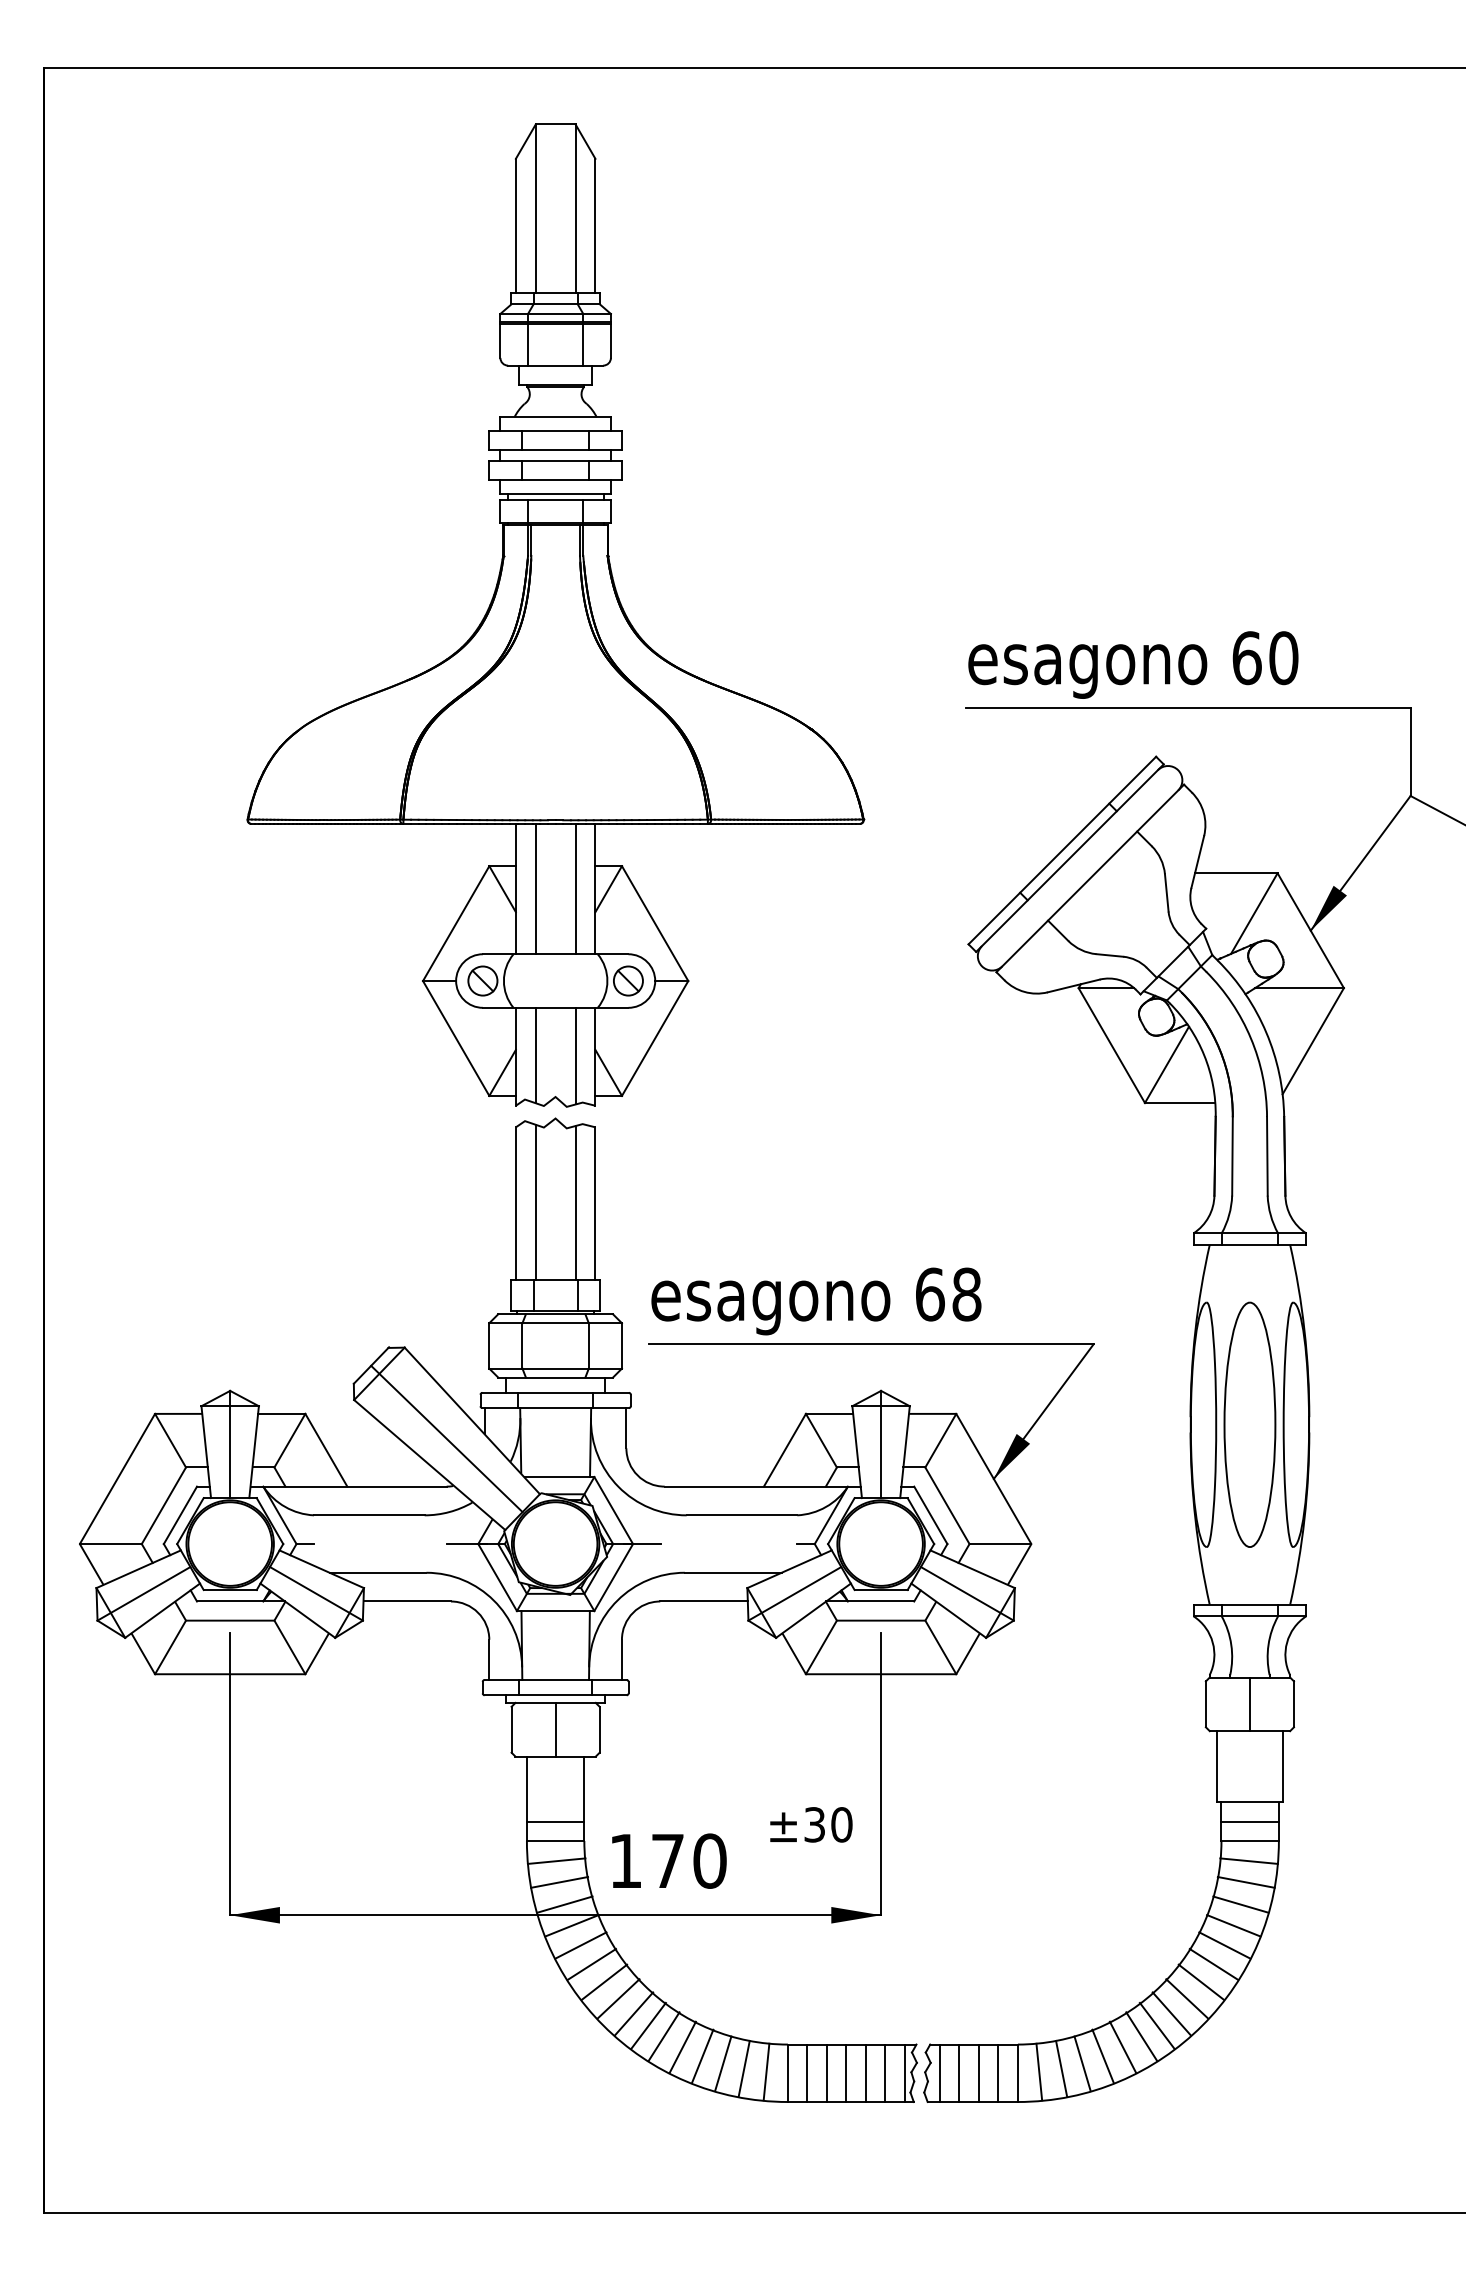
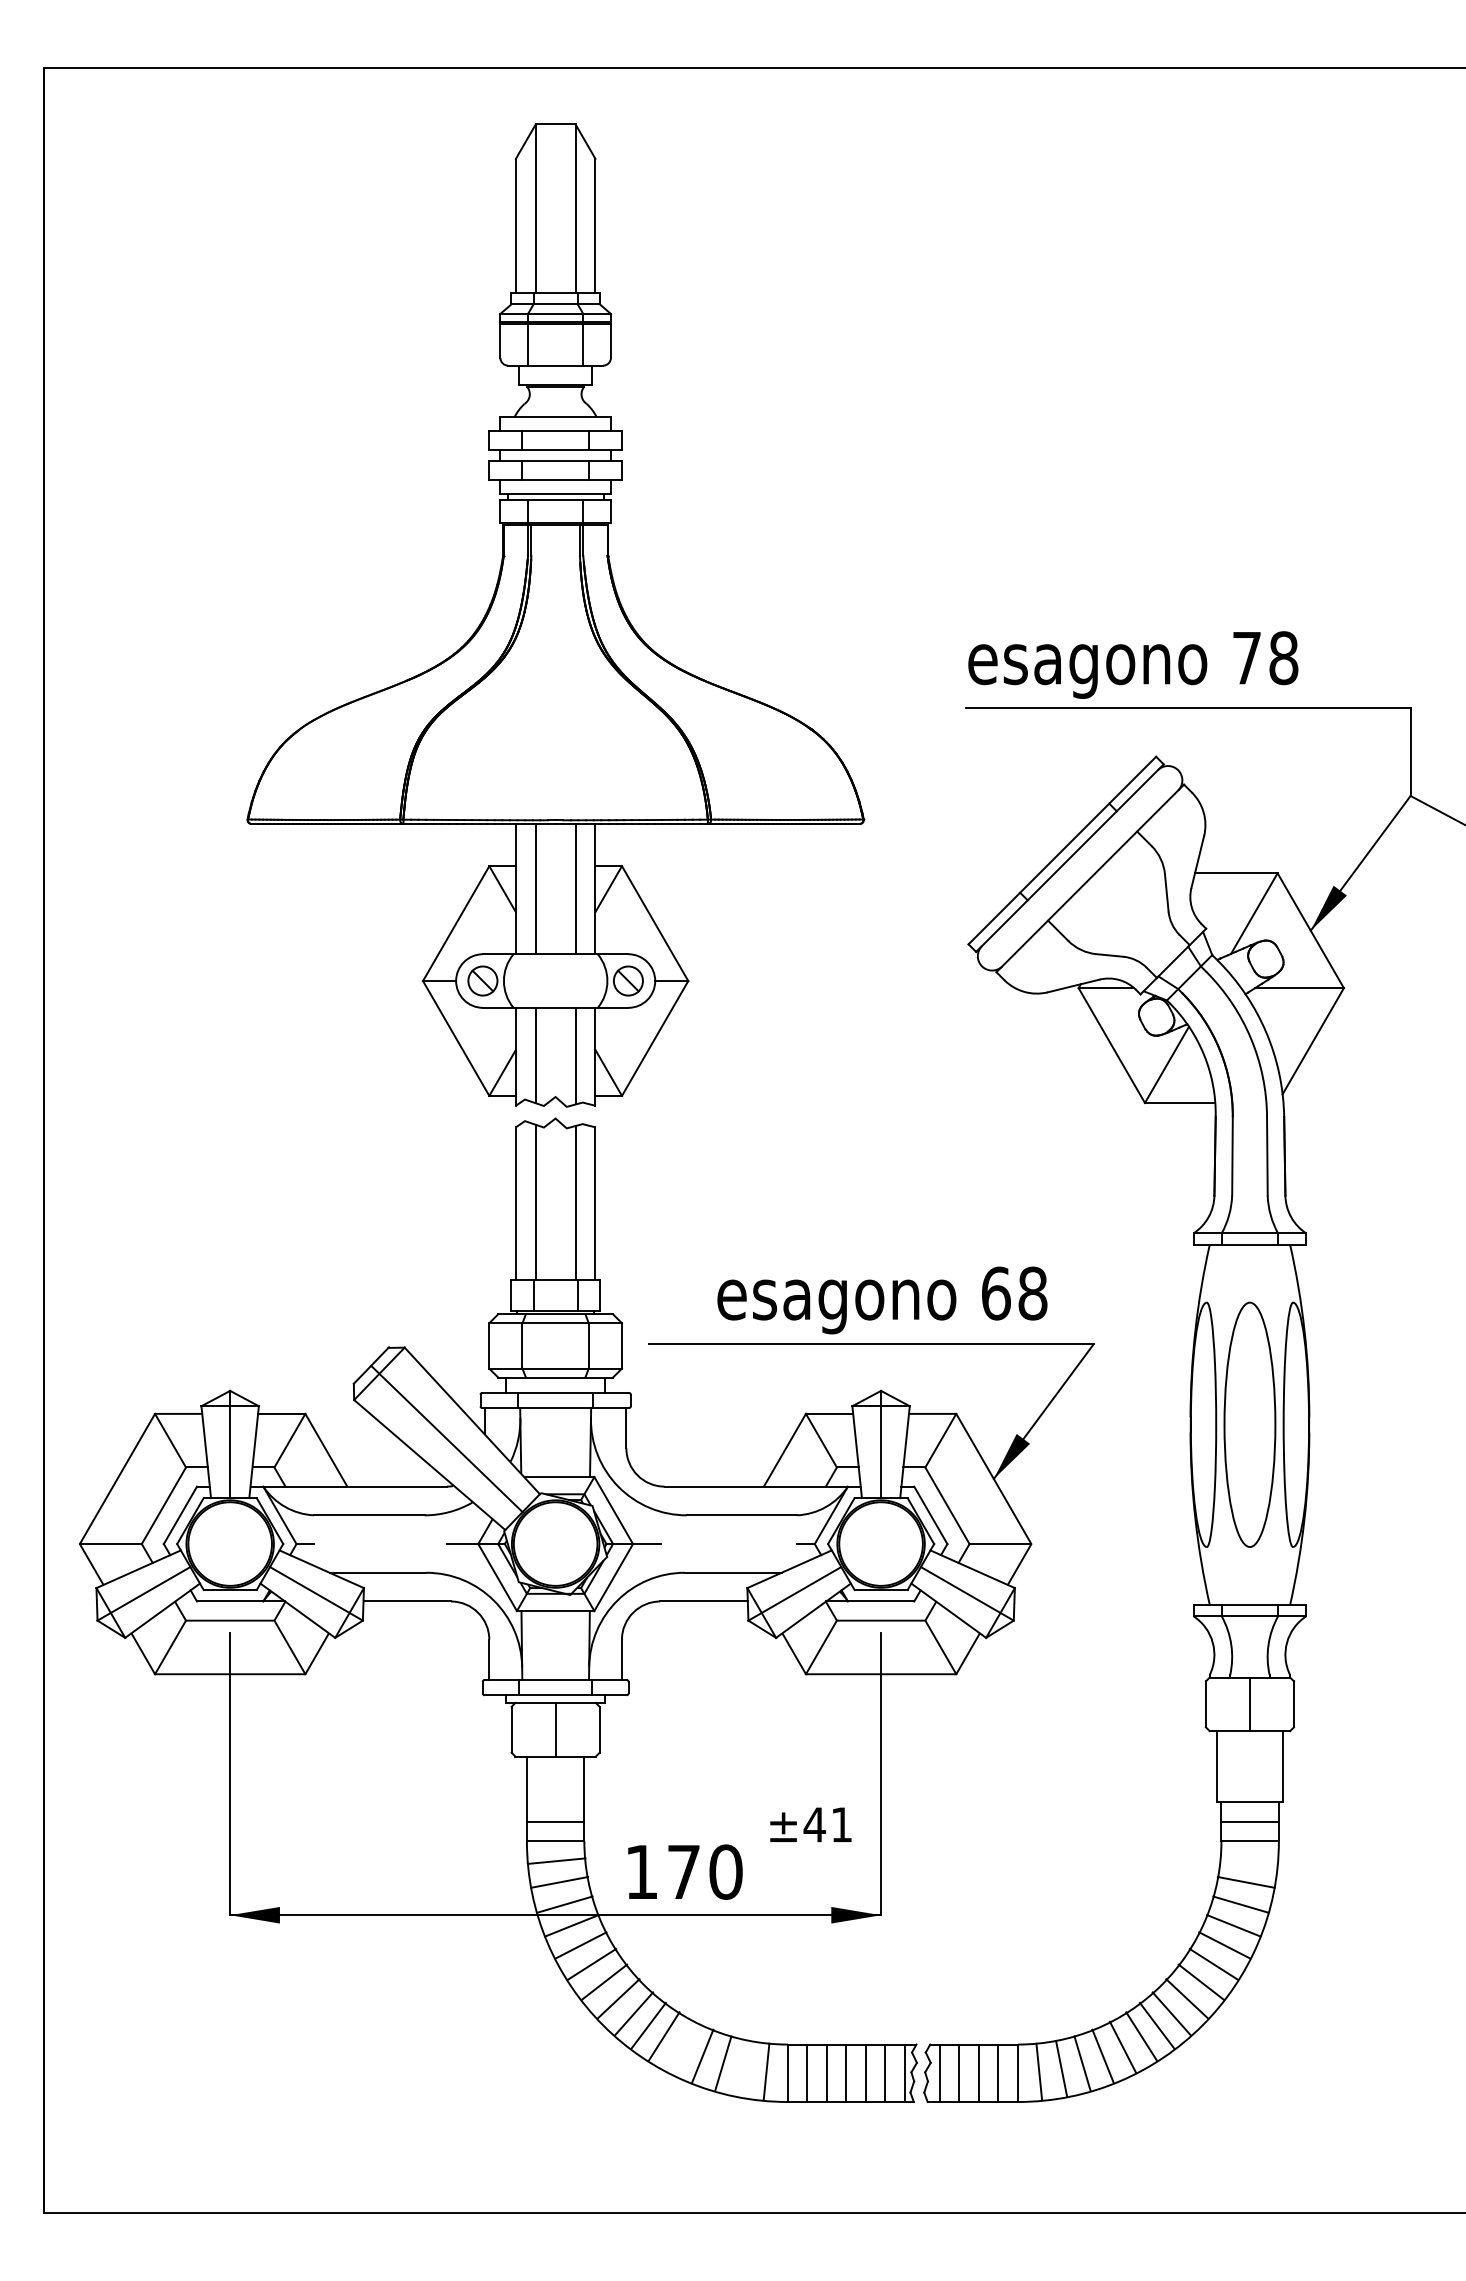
text at (1265, 658): 60 -> 78
text at (816, 1301) position: (816, 1301) -> (882, 1300)
text at (827, 1824): ±30 -> ±41
text at (669, 1860) position: (669, 1860) -> (685, 1871)
line at (1248, 1860): present -> none
line at (682, 2046): present -> none
line at (743, 2068): present -> none
